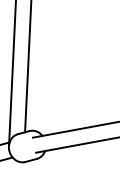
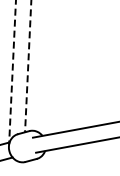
line at (28, 66): solid -> dashed
line at (12, 72): solid -> dashed
